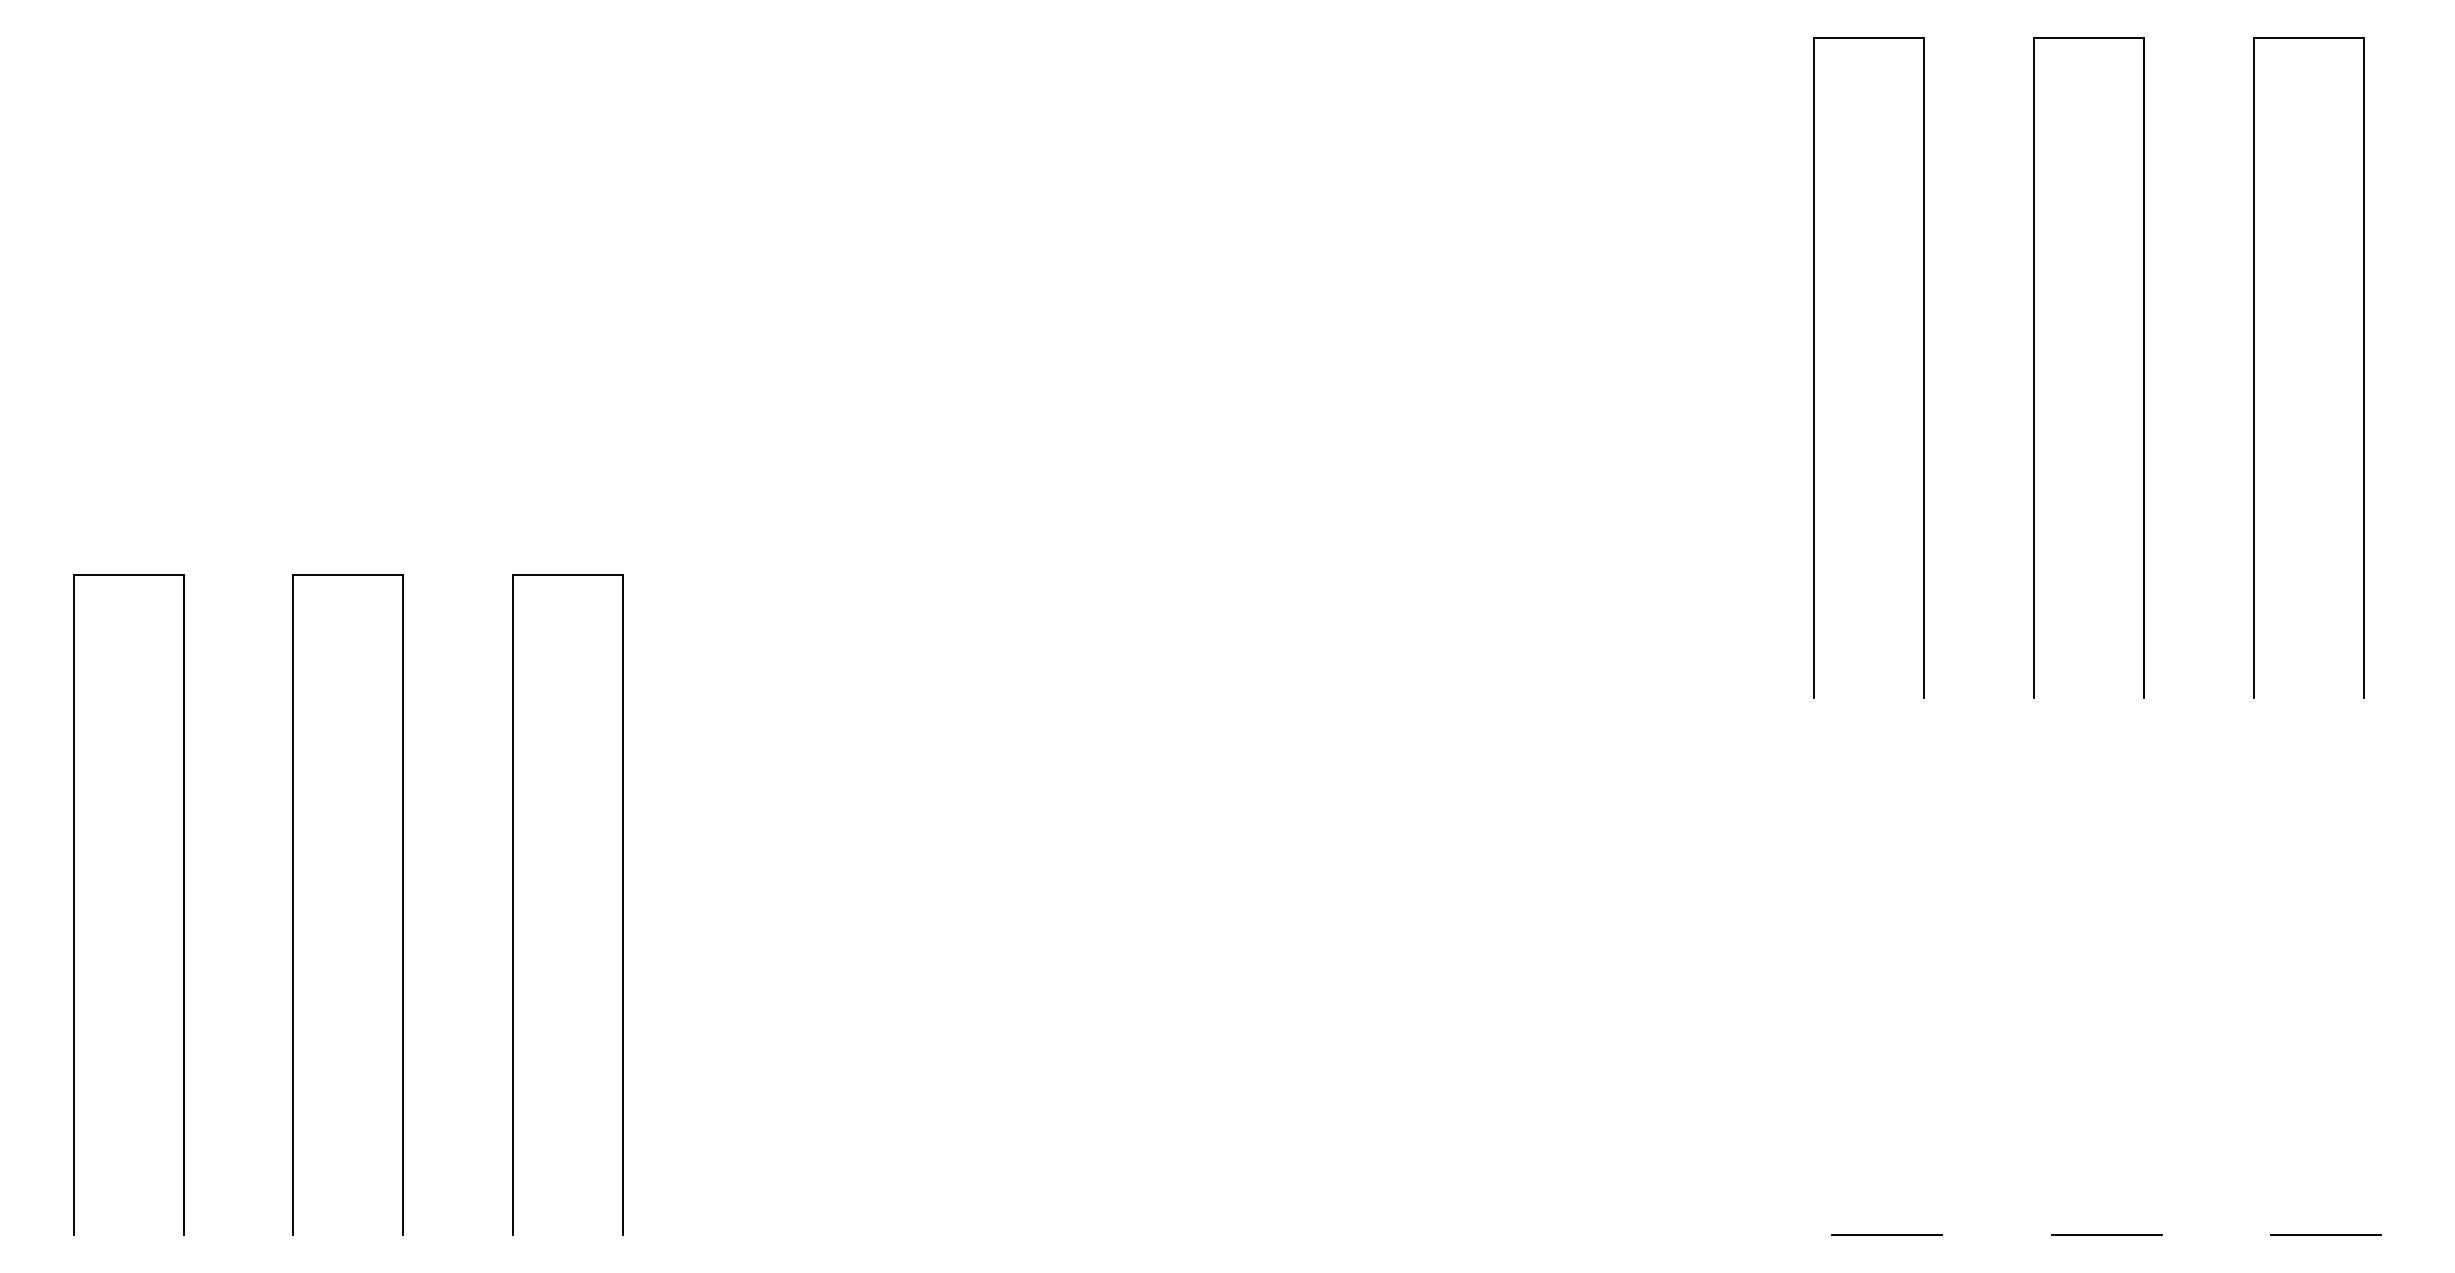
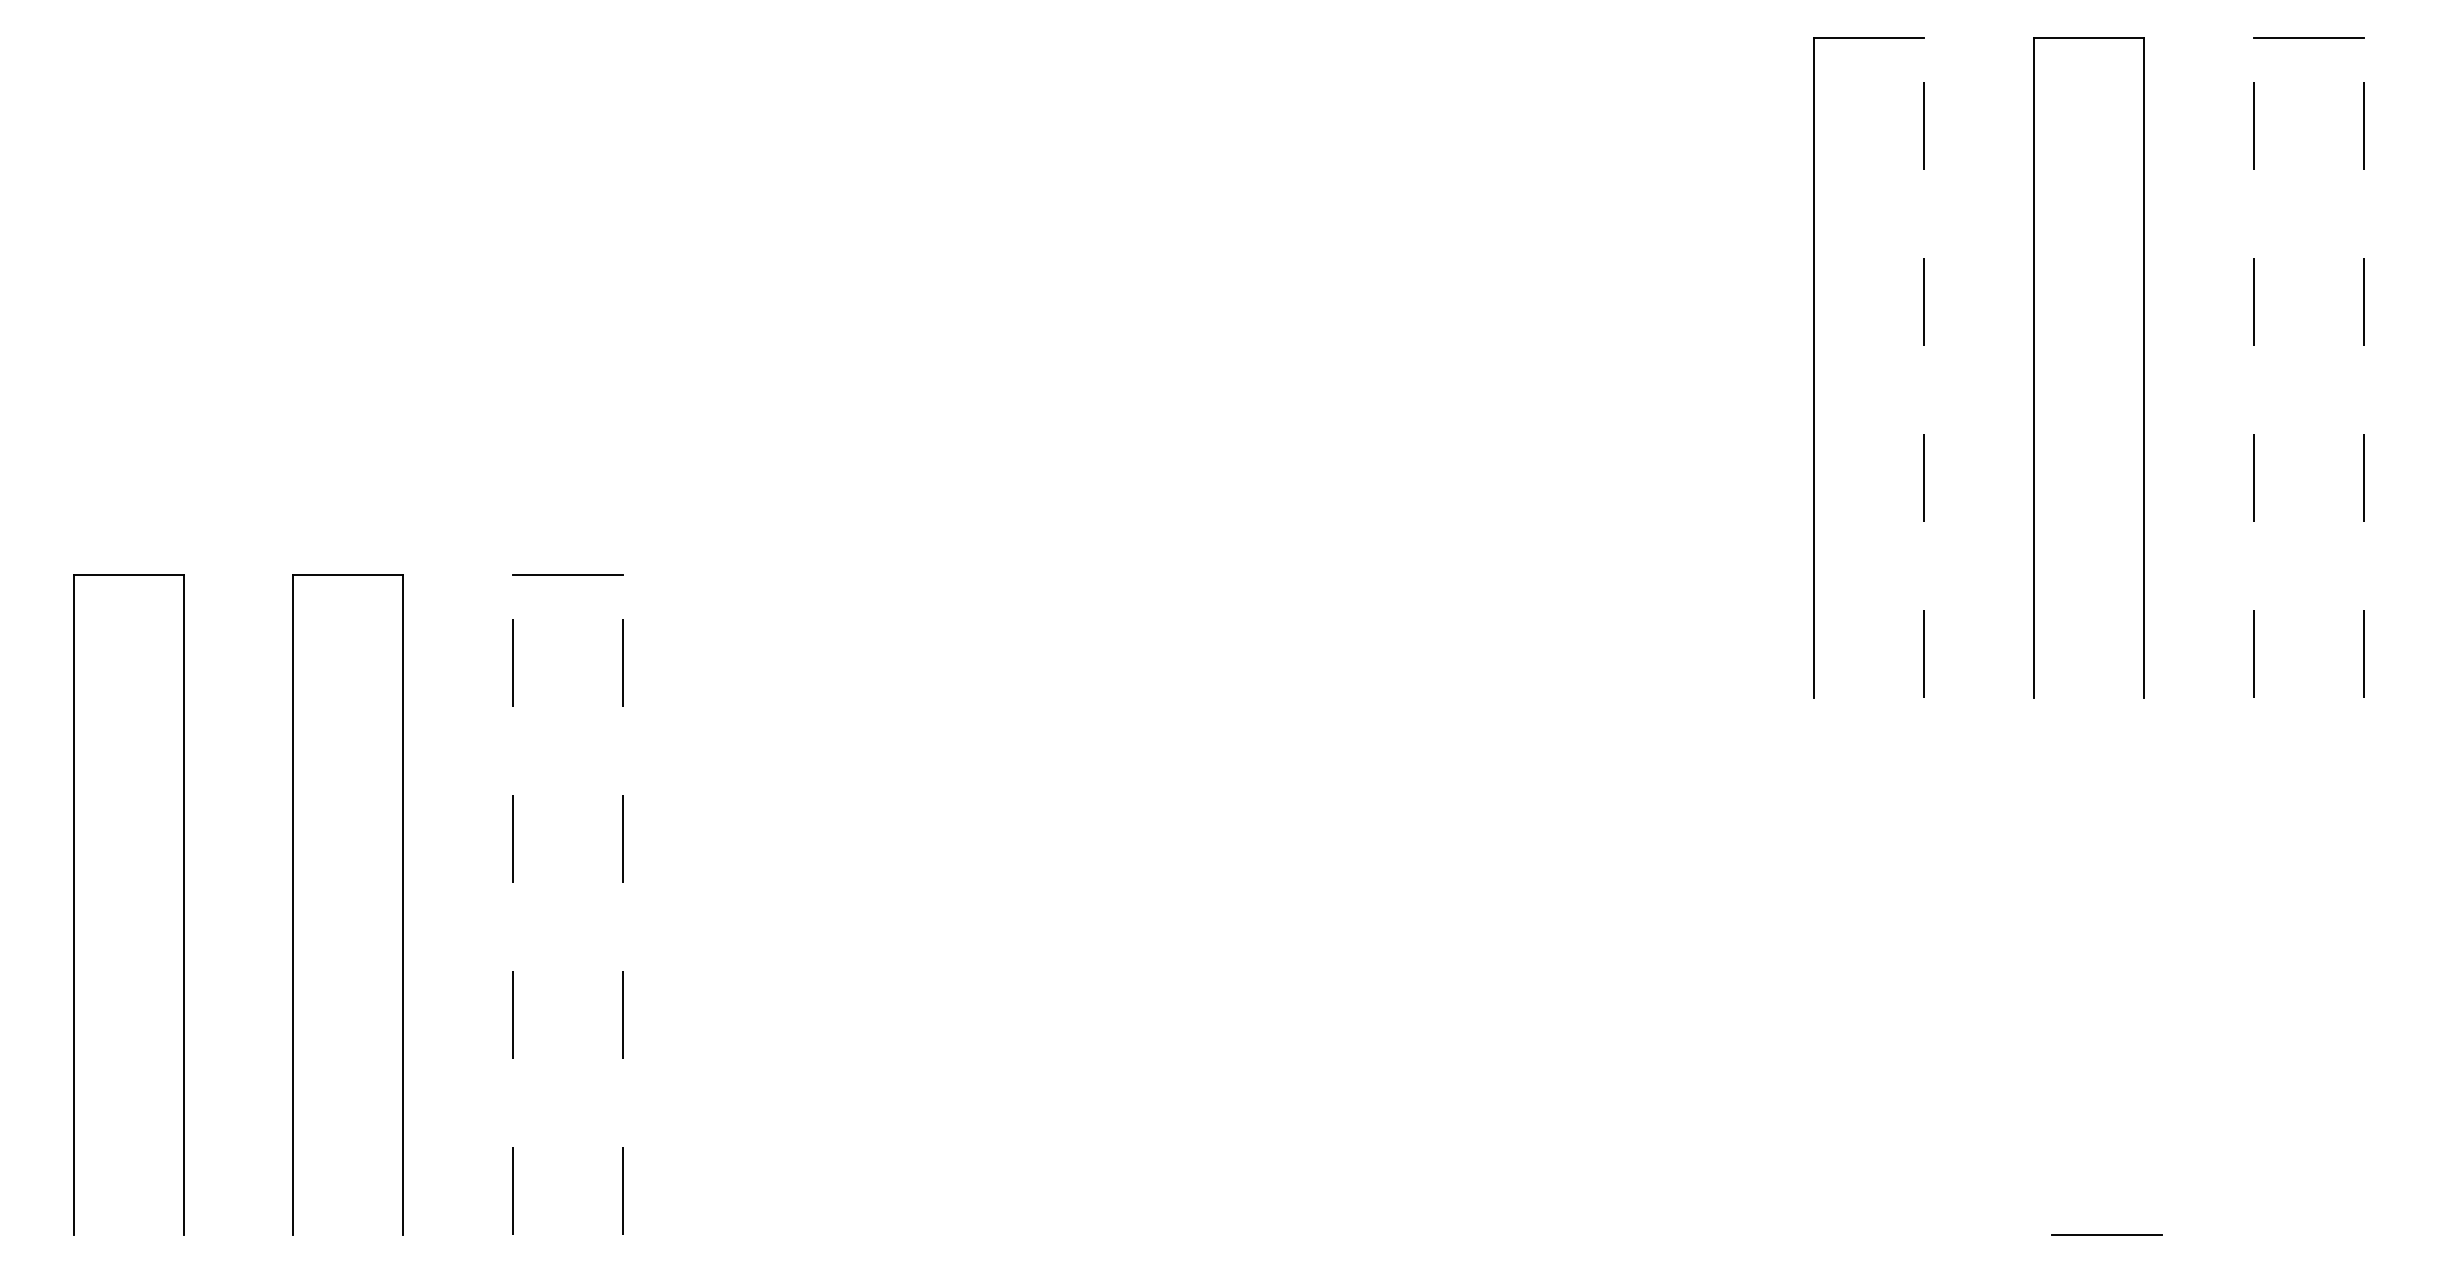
line at (1923, 367): solid -> dashed
line at (2253, 367): solid -> dashed
line at (2363, 367): solid -> dashed
line at (513, 905): solid -> dashed
line at (623, 905): solid -> dashed
line at (1886, 1234): present -> none
line at (2326, 1234): present -> none
